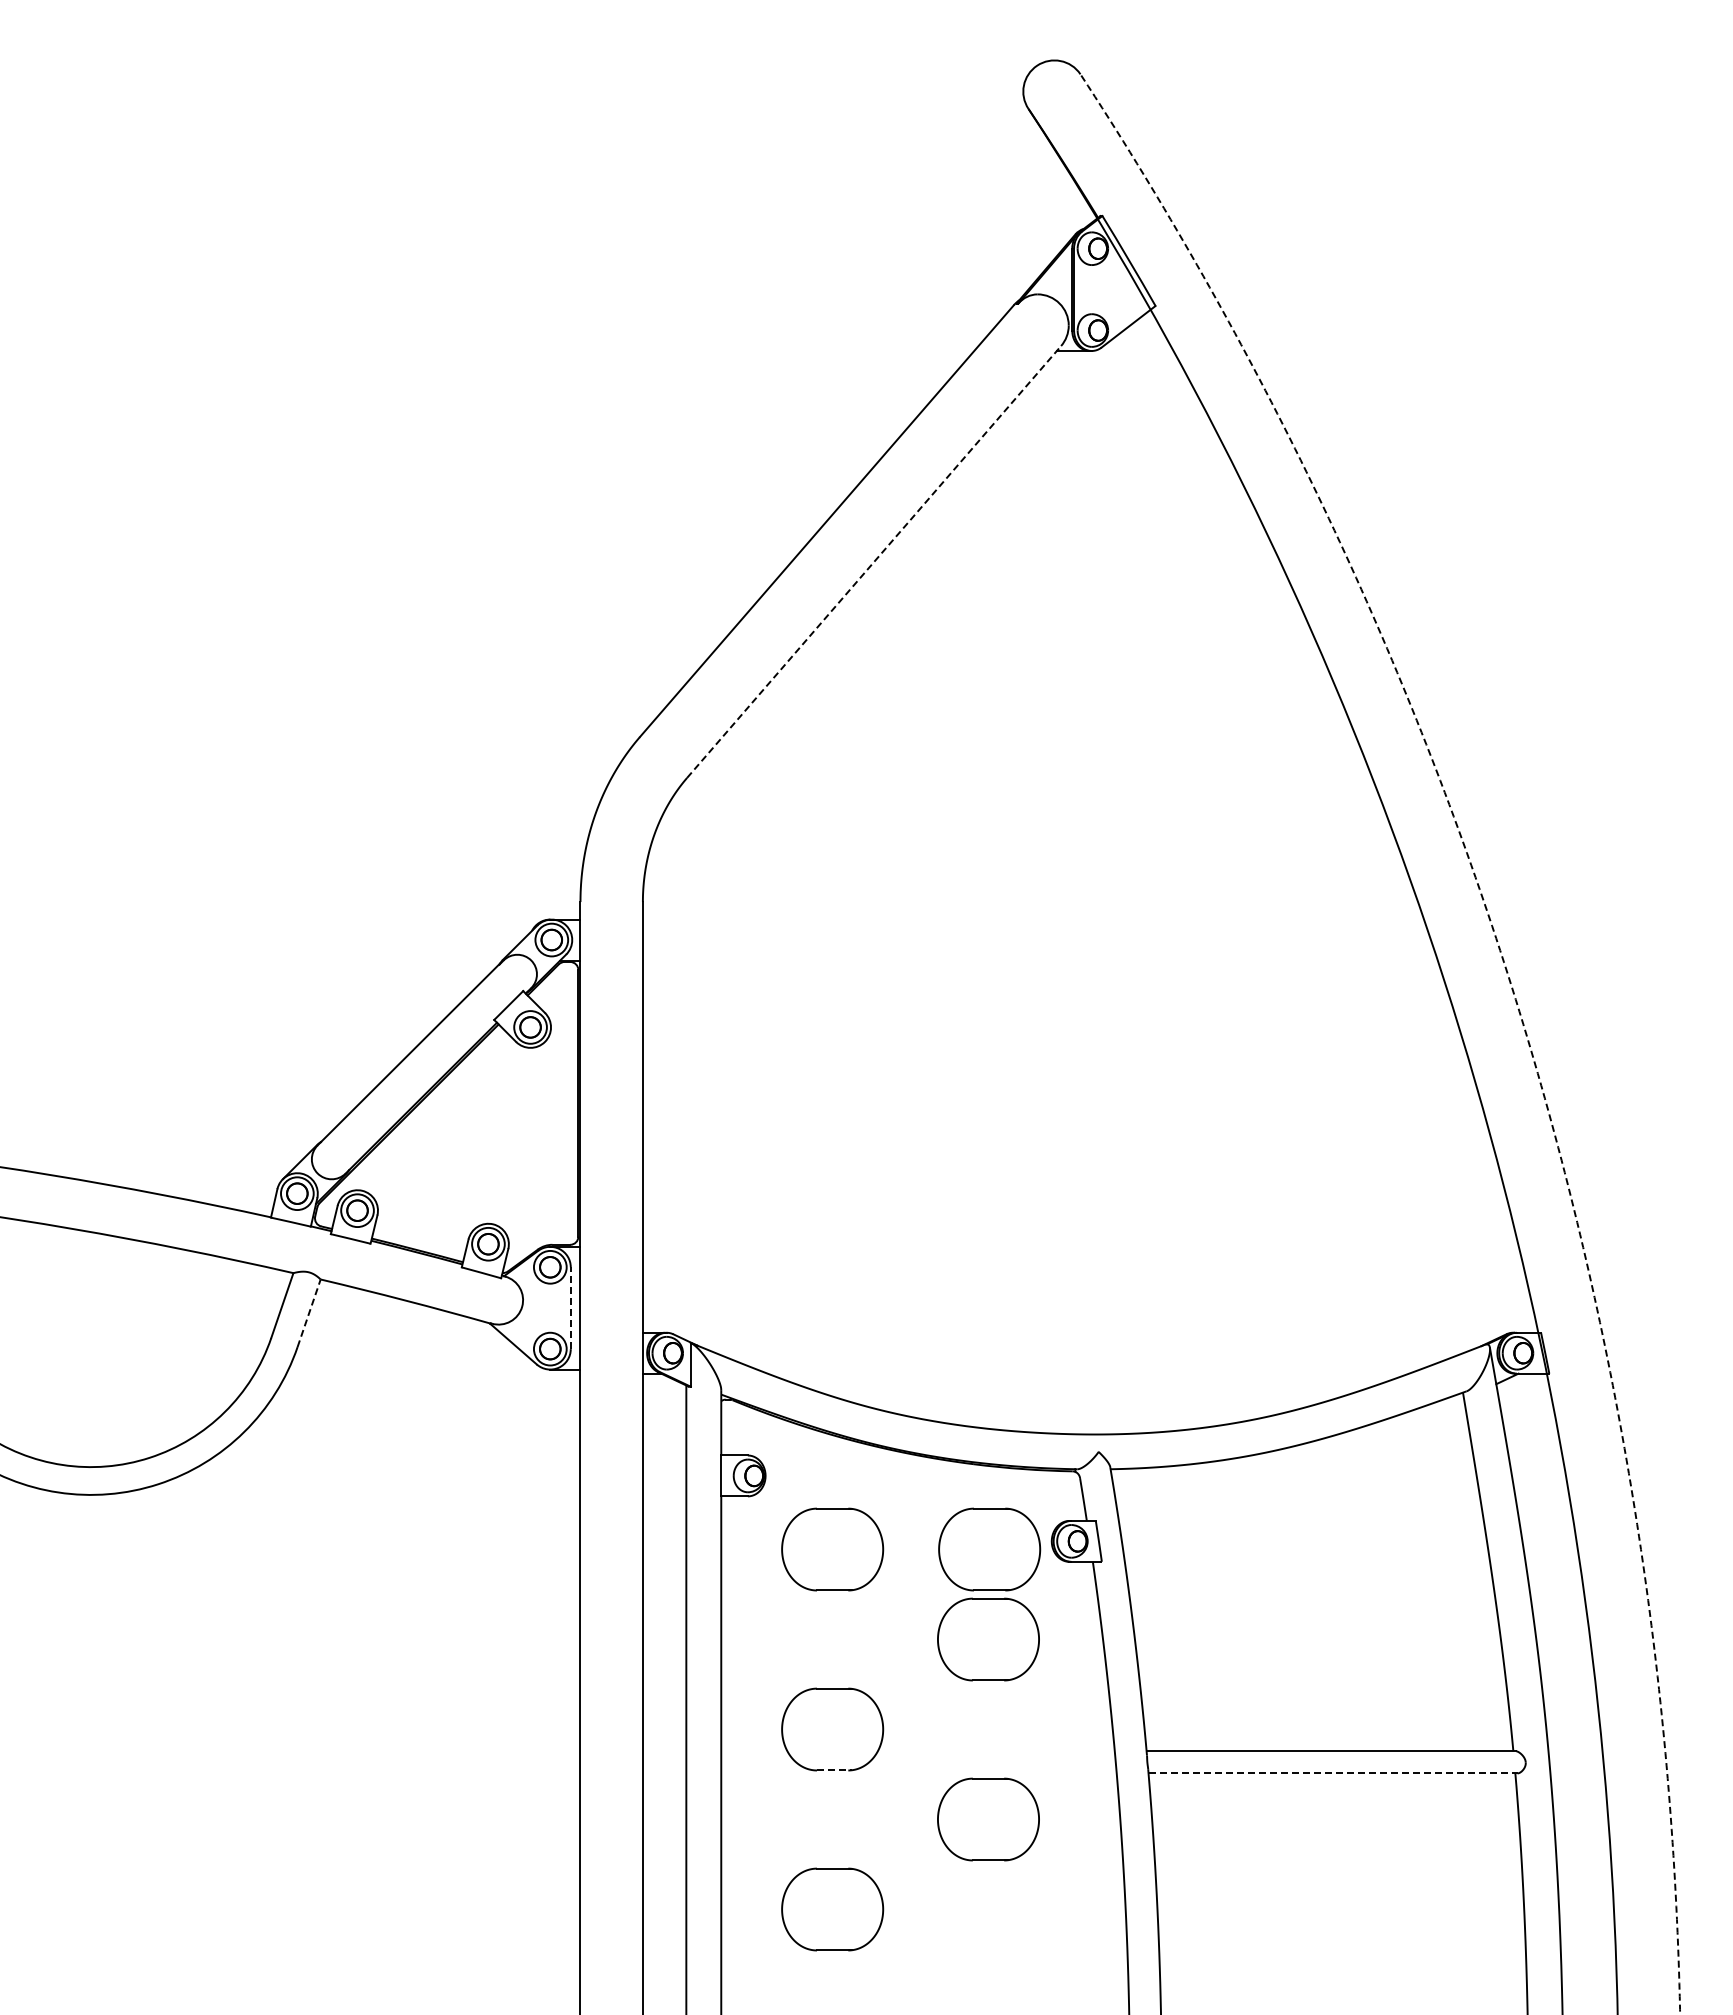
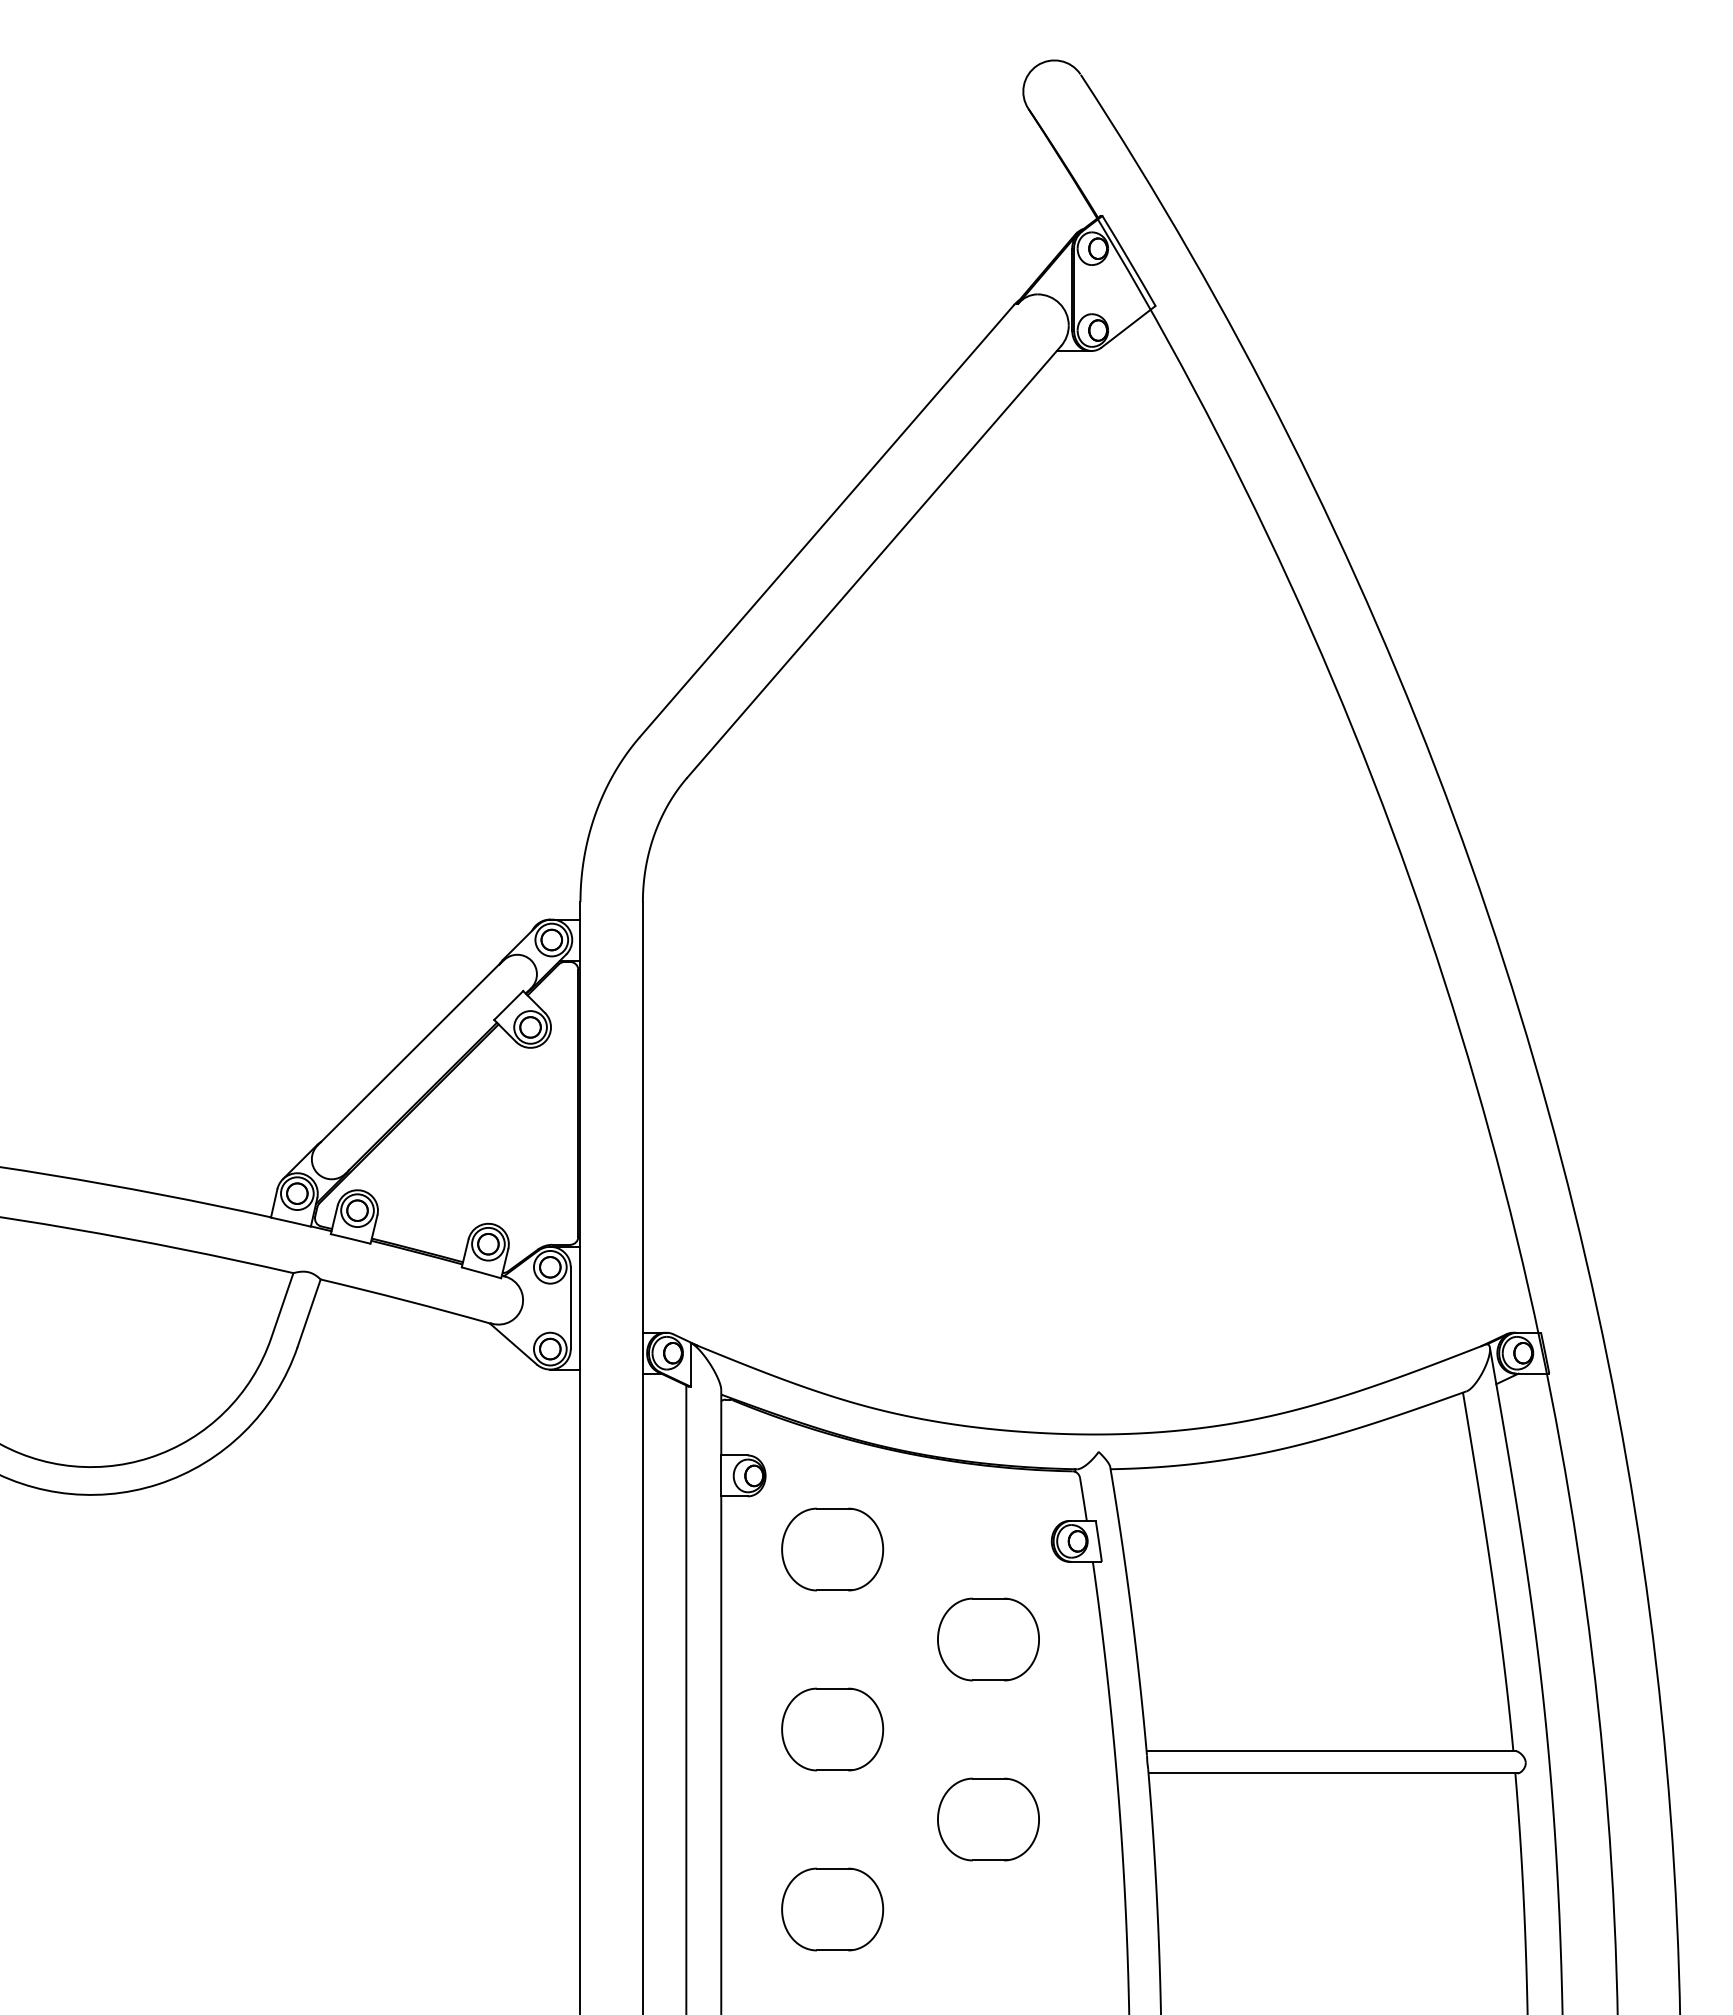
line at (874, 561): dashed -> solid
arc at (1517, 1004): dashed -> solid
line at (570, 1308): dashed -> solid
line at (309, 1313): dashed -> solid
part at (989, 1549): present -> none
line at (834, 1770): dashed -> solid
line at (1333, 1773): dashed -> solid
